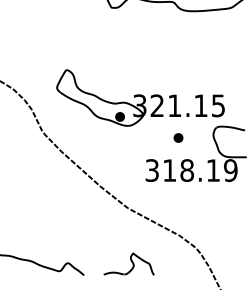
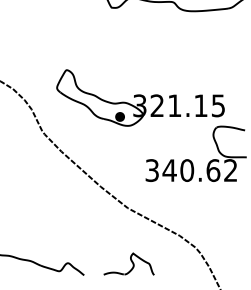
part at (178, 137): present -> none
text at (199, 170): 318.19 -> 340.62
